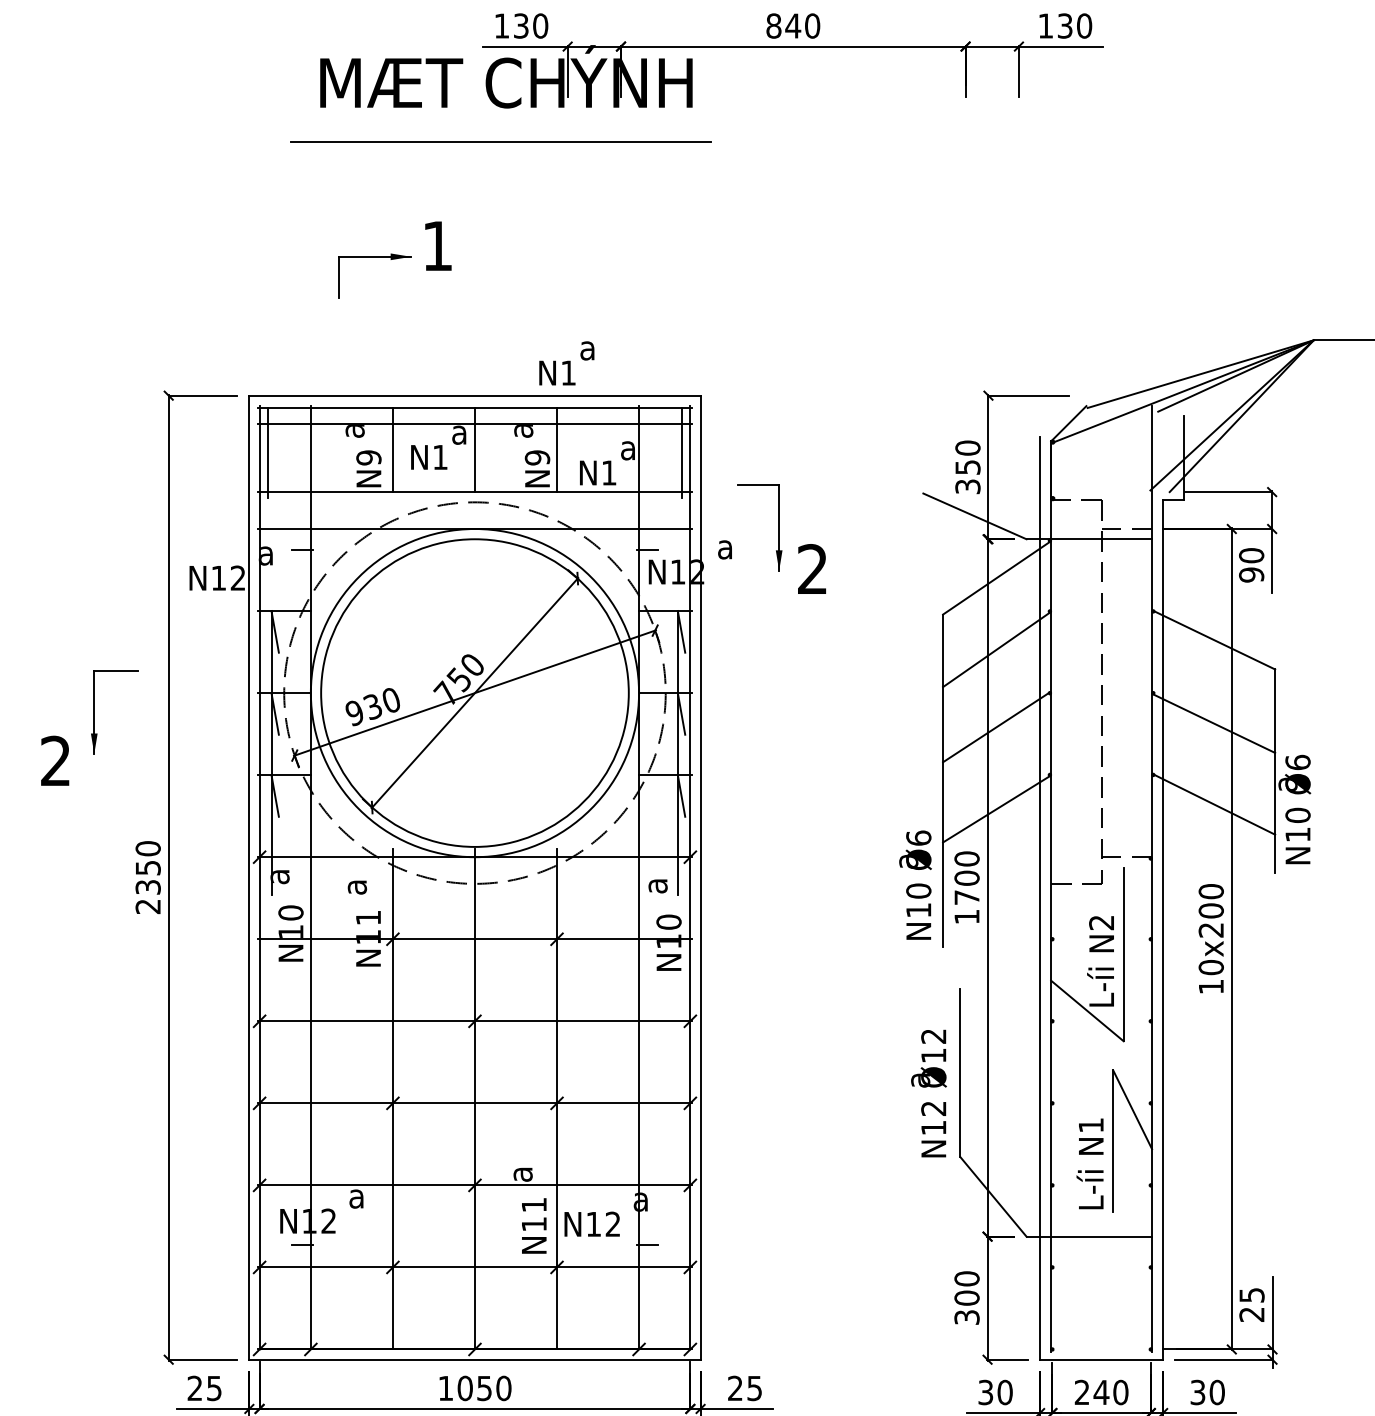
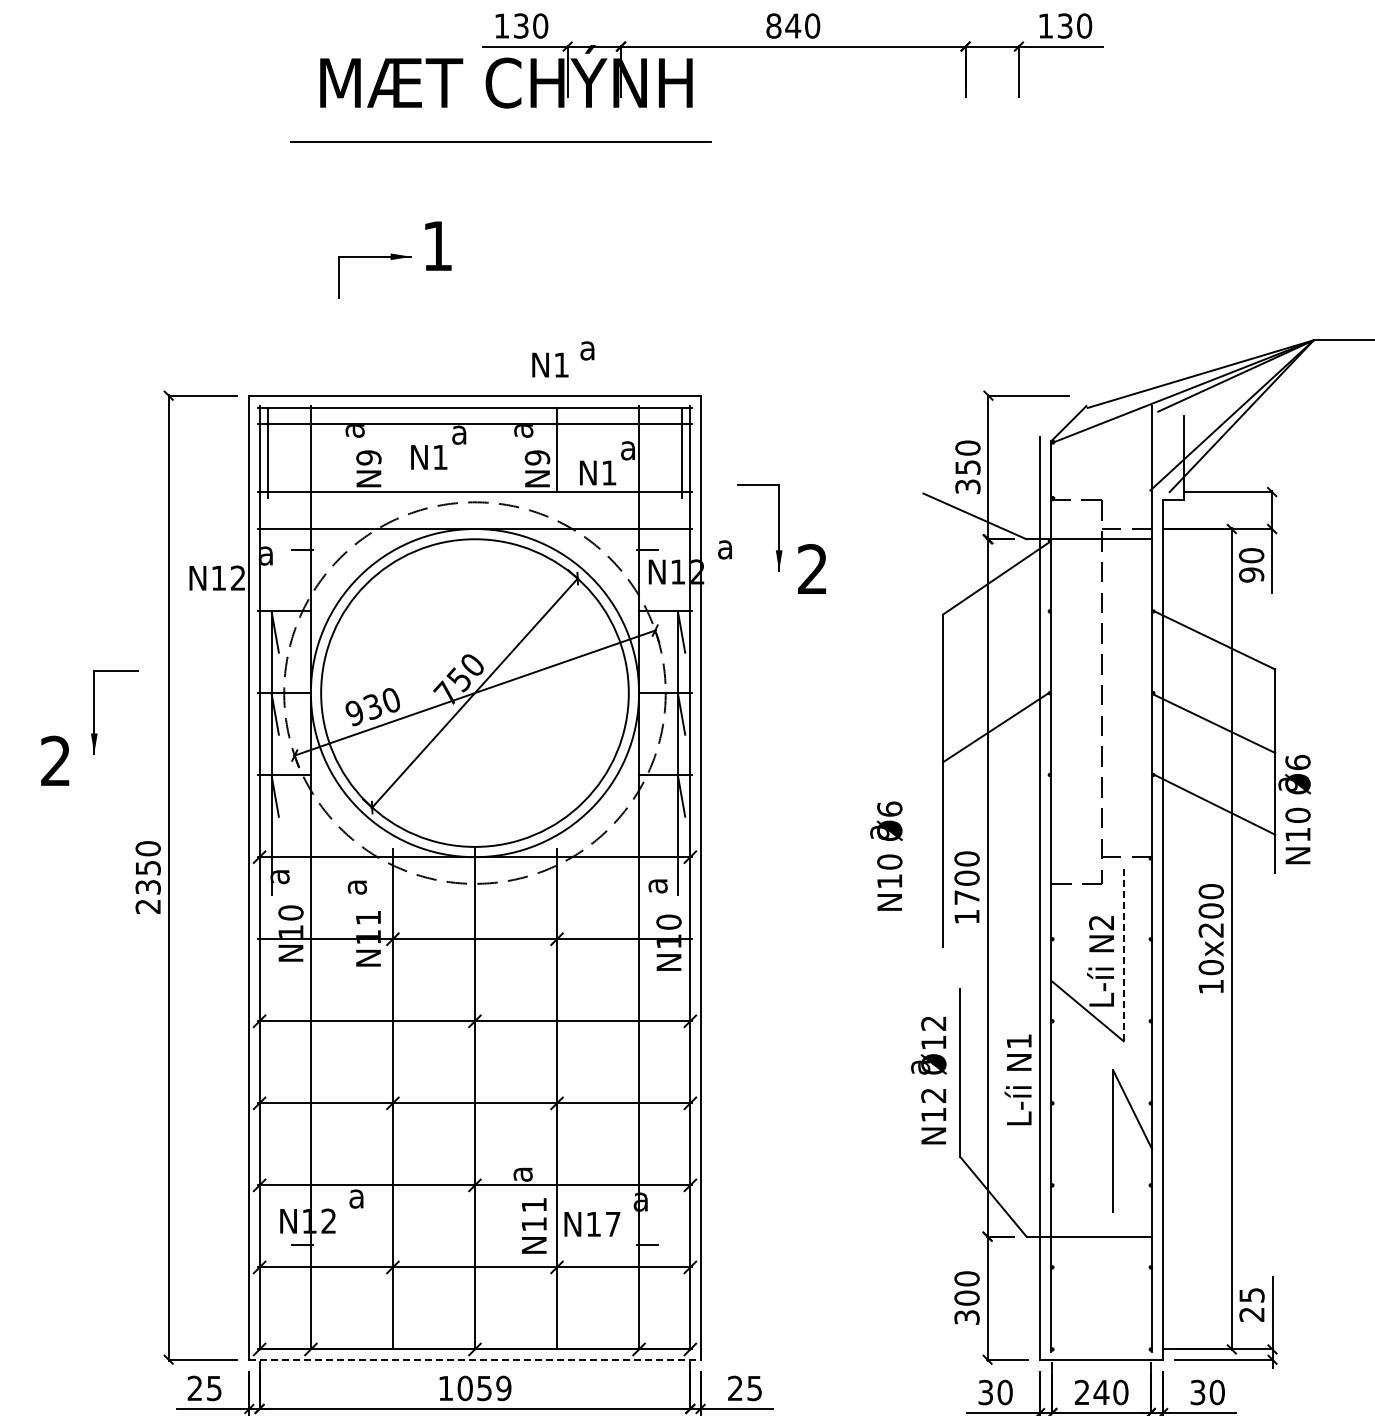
text at (557, 372) position: (557, 372) -> (550, 364)
line at (393, 449): present -> none
line at (474, 449): present -> none
line at (996, 649): present -> none
line at (996, 809): present -> none
text at (915, 884) position: (915, 884) -> (886, 855)
line at (1123, 954): solid -> dashed
text at (928, 1093) position: (928, 1093) -> (928, 1080)
text at (1089, 1163) position: (1089, 1163) -> (1017, 1079)
text at (612, 1223): N12 -> N17
line at (474, 1359): solid -> dashed
text at (503, 1388): 1050 -> 1059
